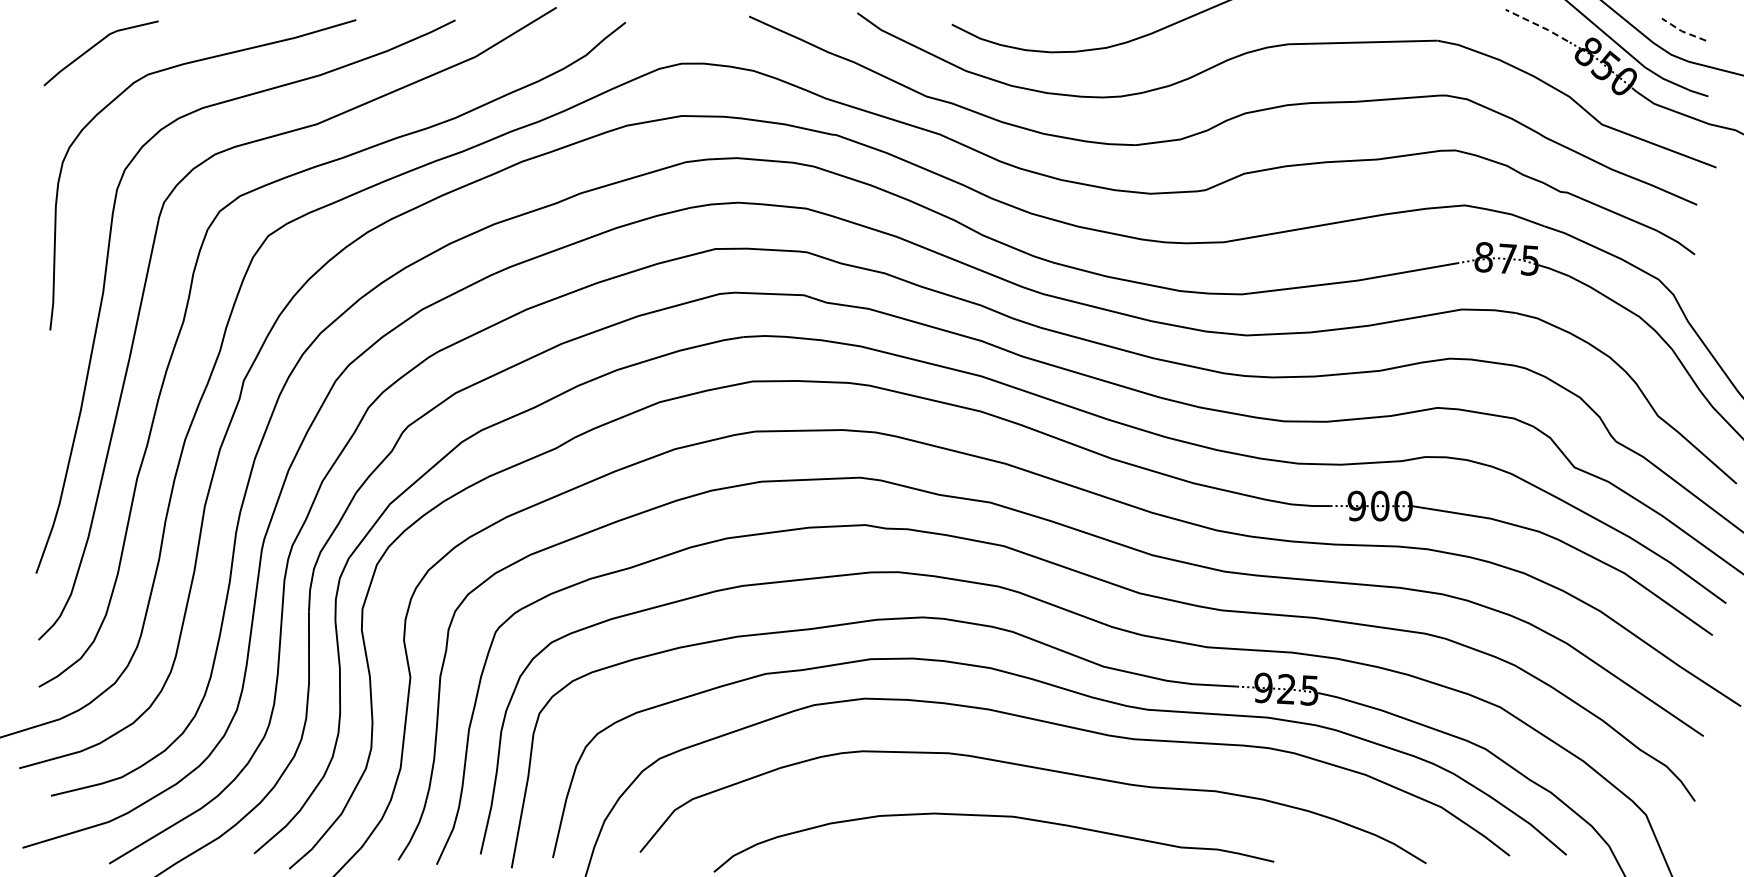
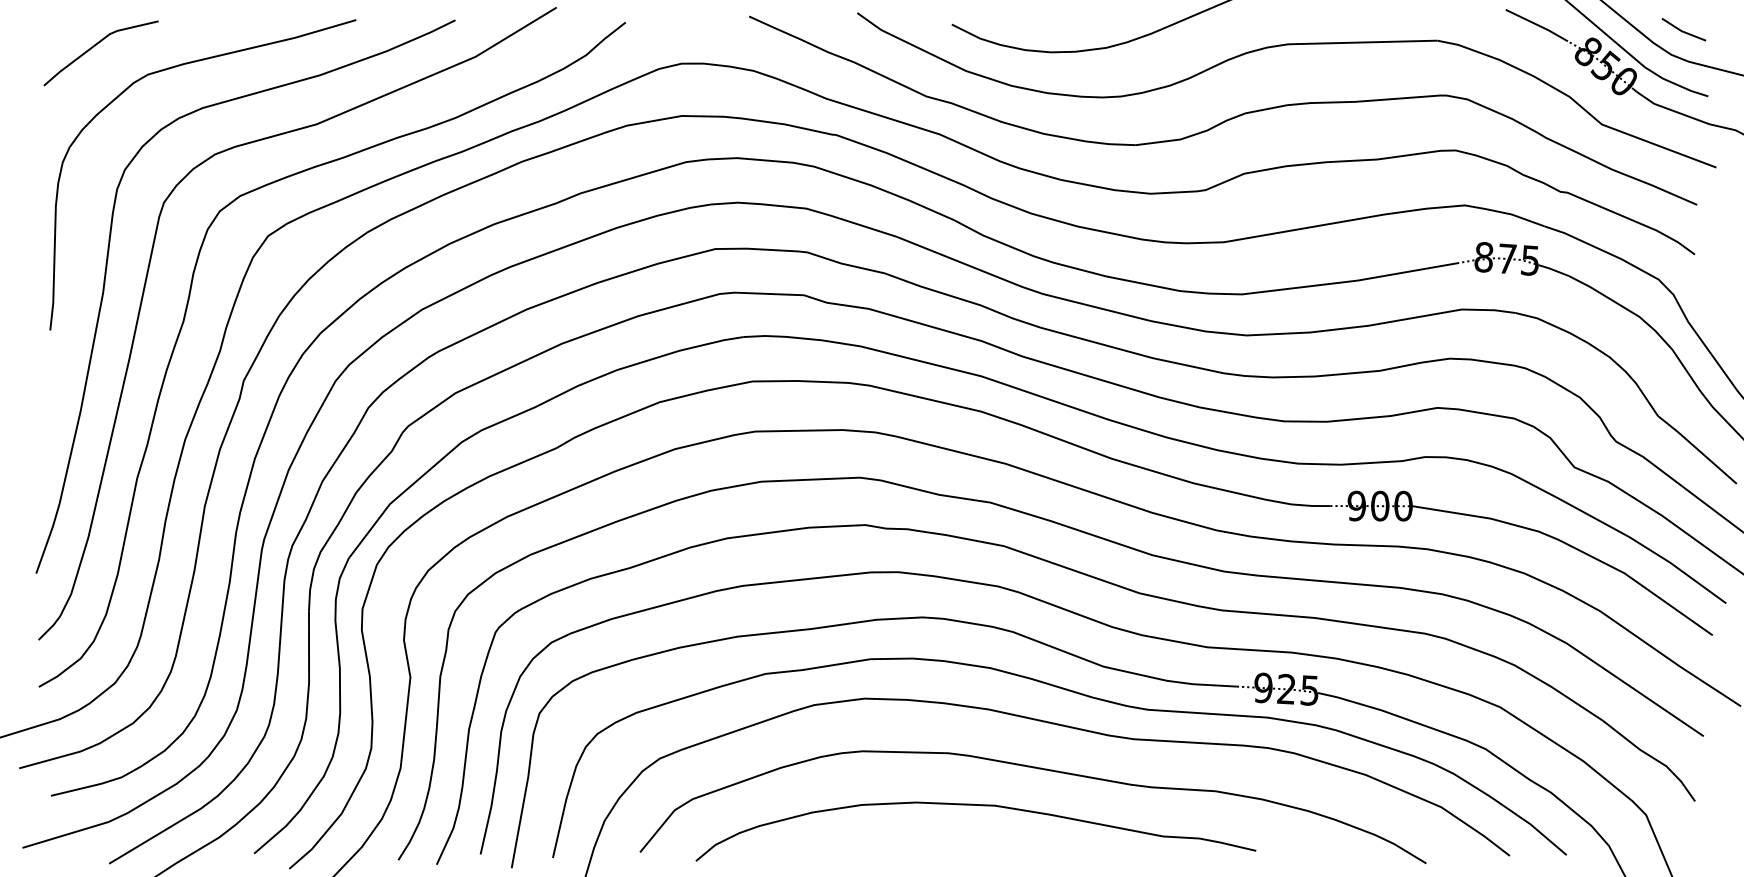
line at (1537, 25): dashed -> solid
line at (1682, 31): dashed -> solid
curve at (999, 817) position: (999, 817) -> (981, 806)
